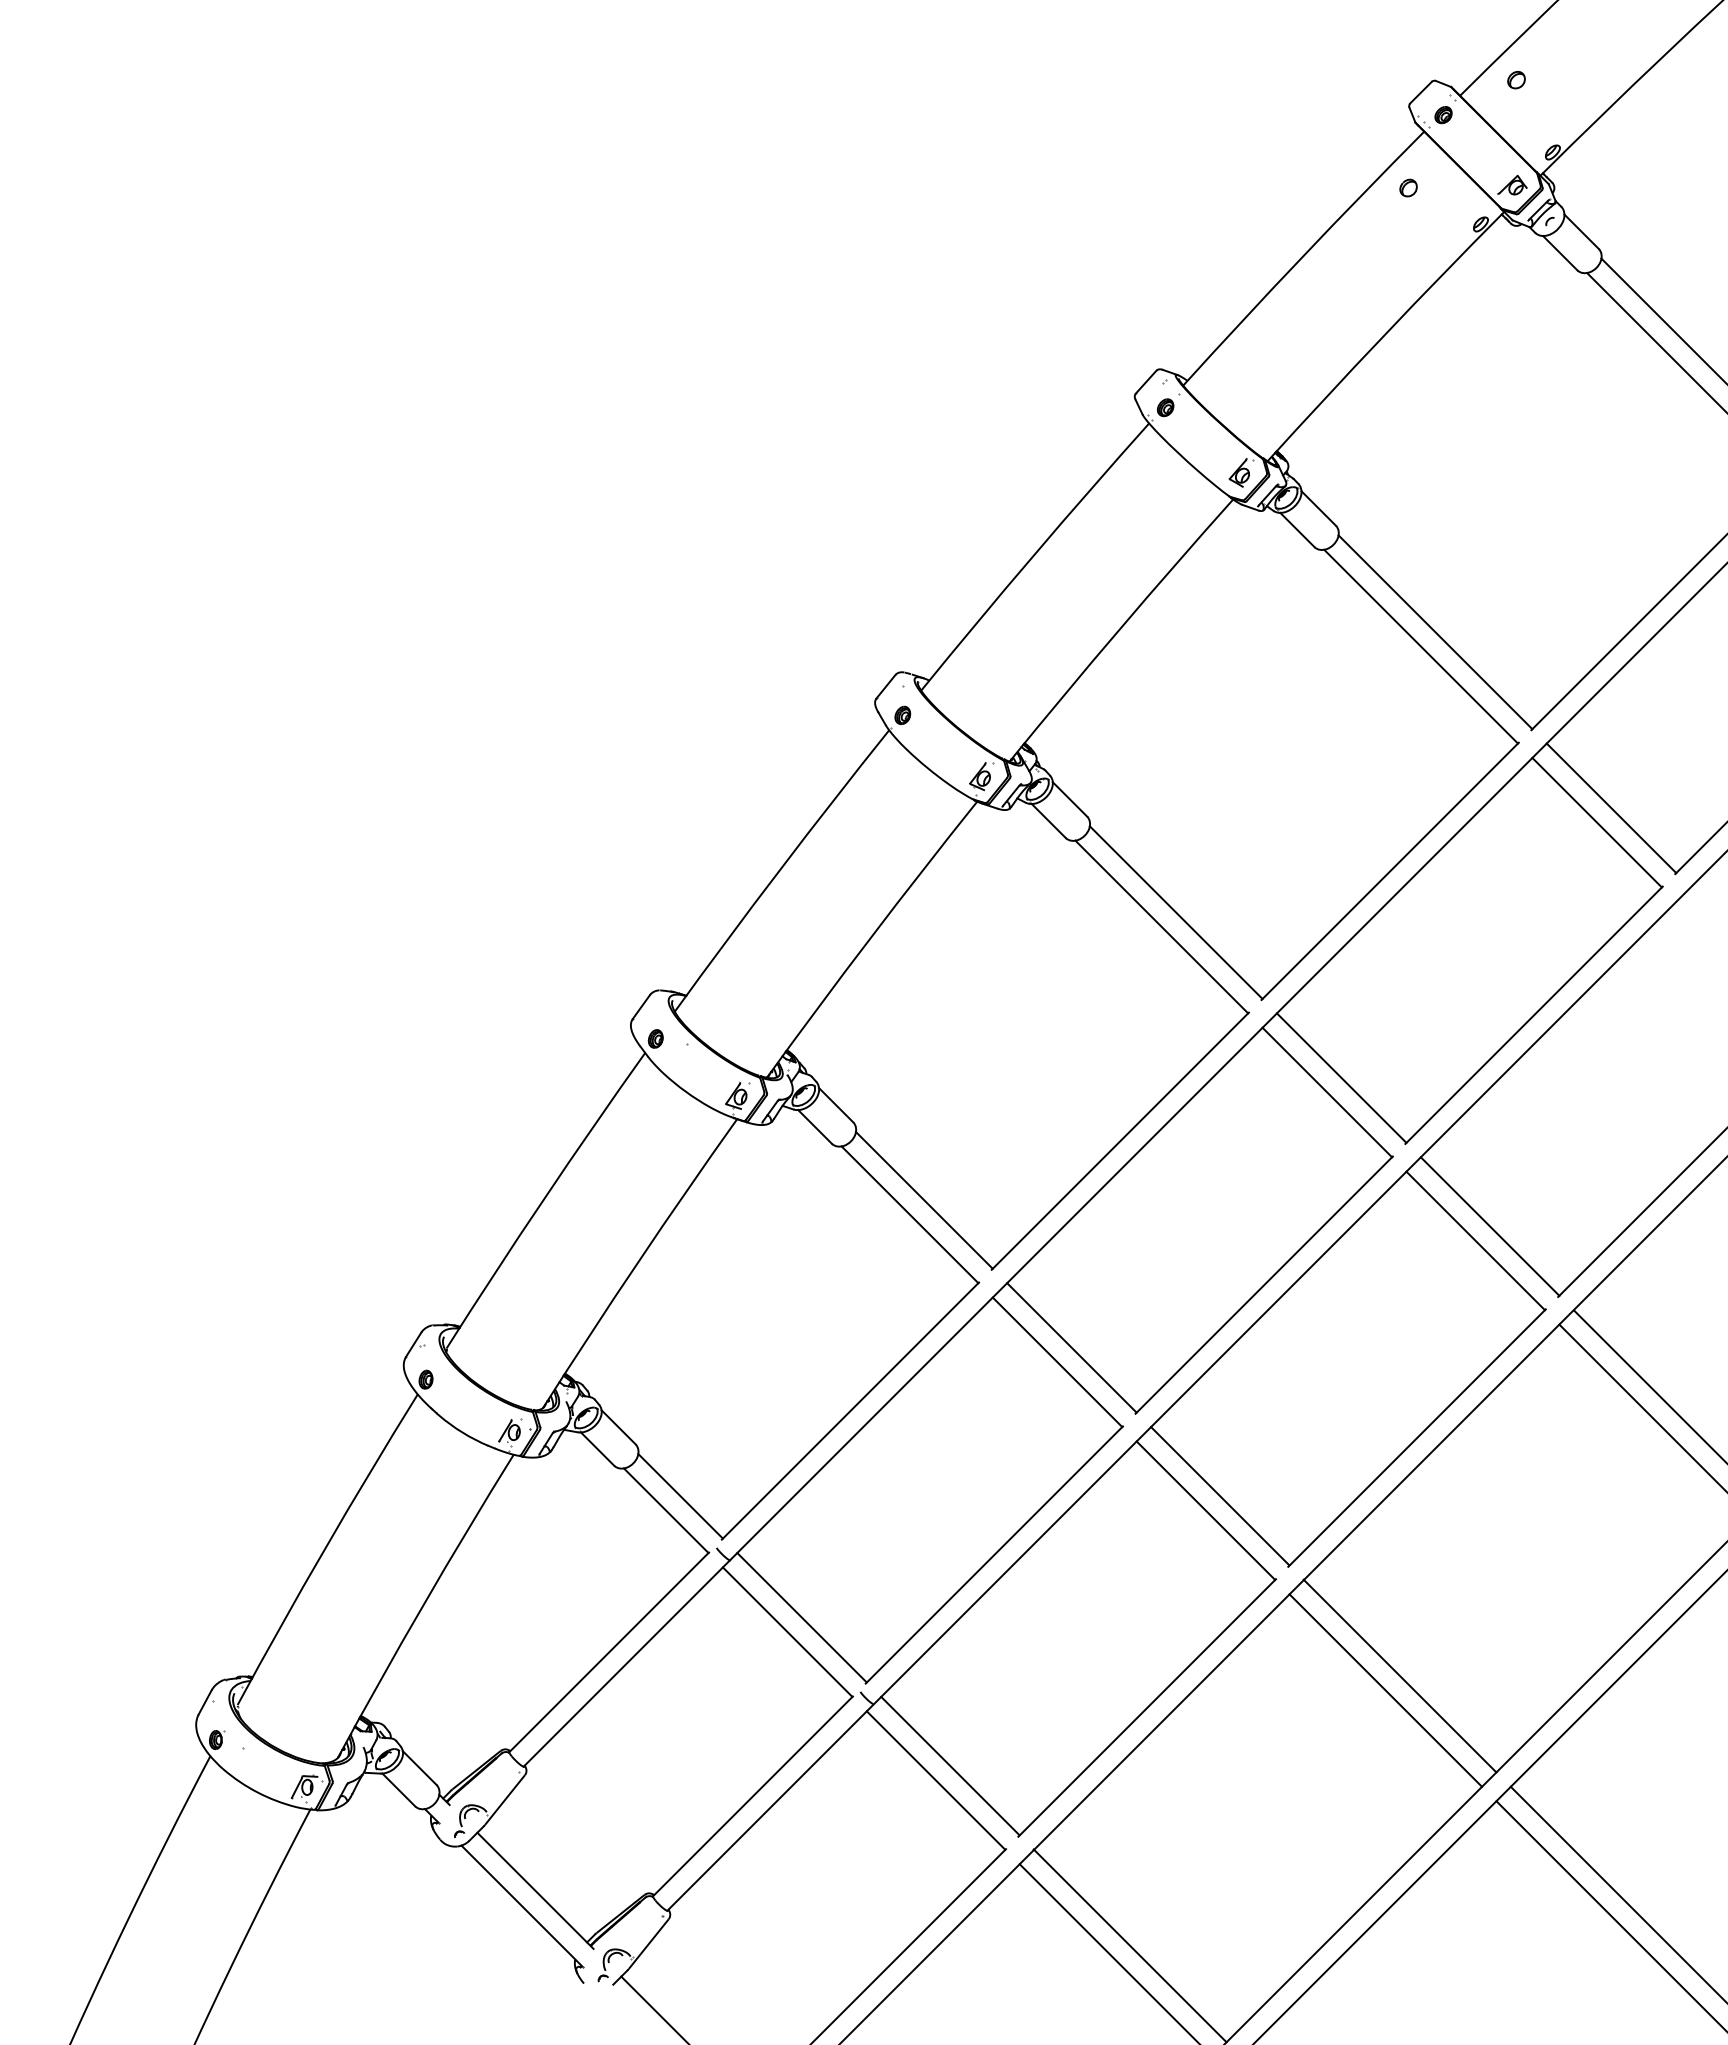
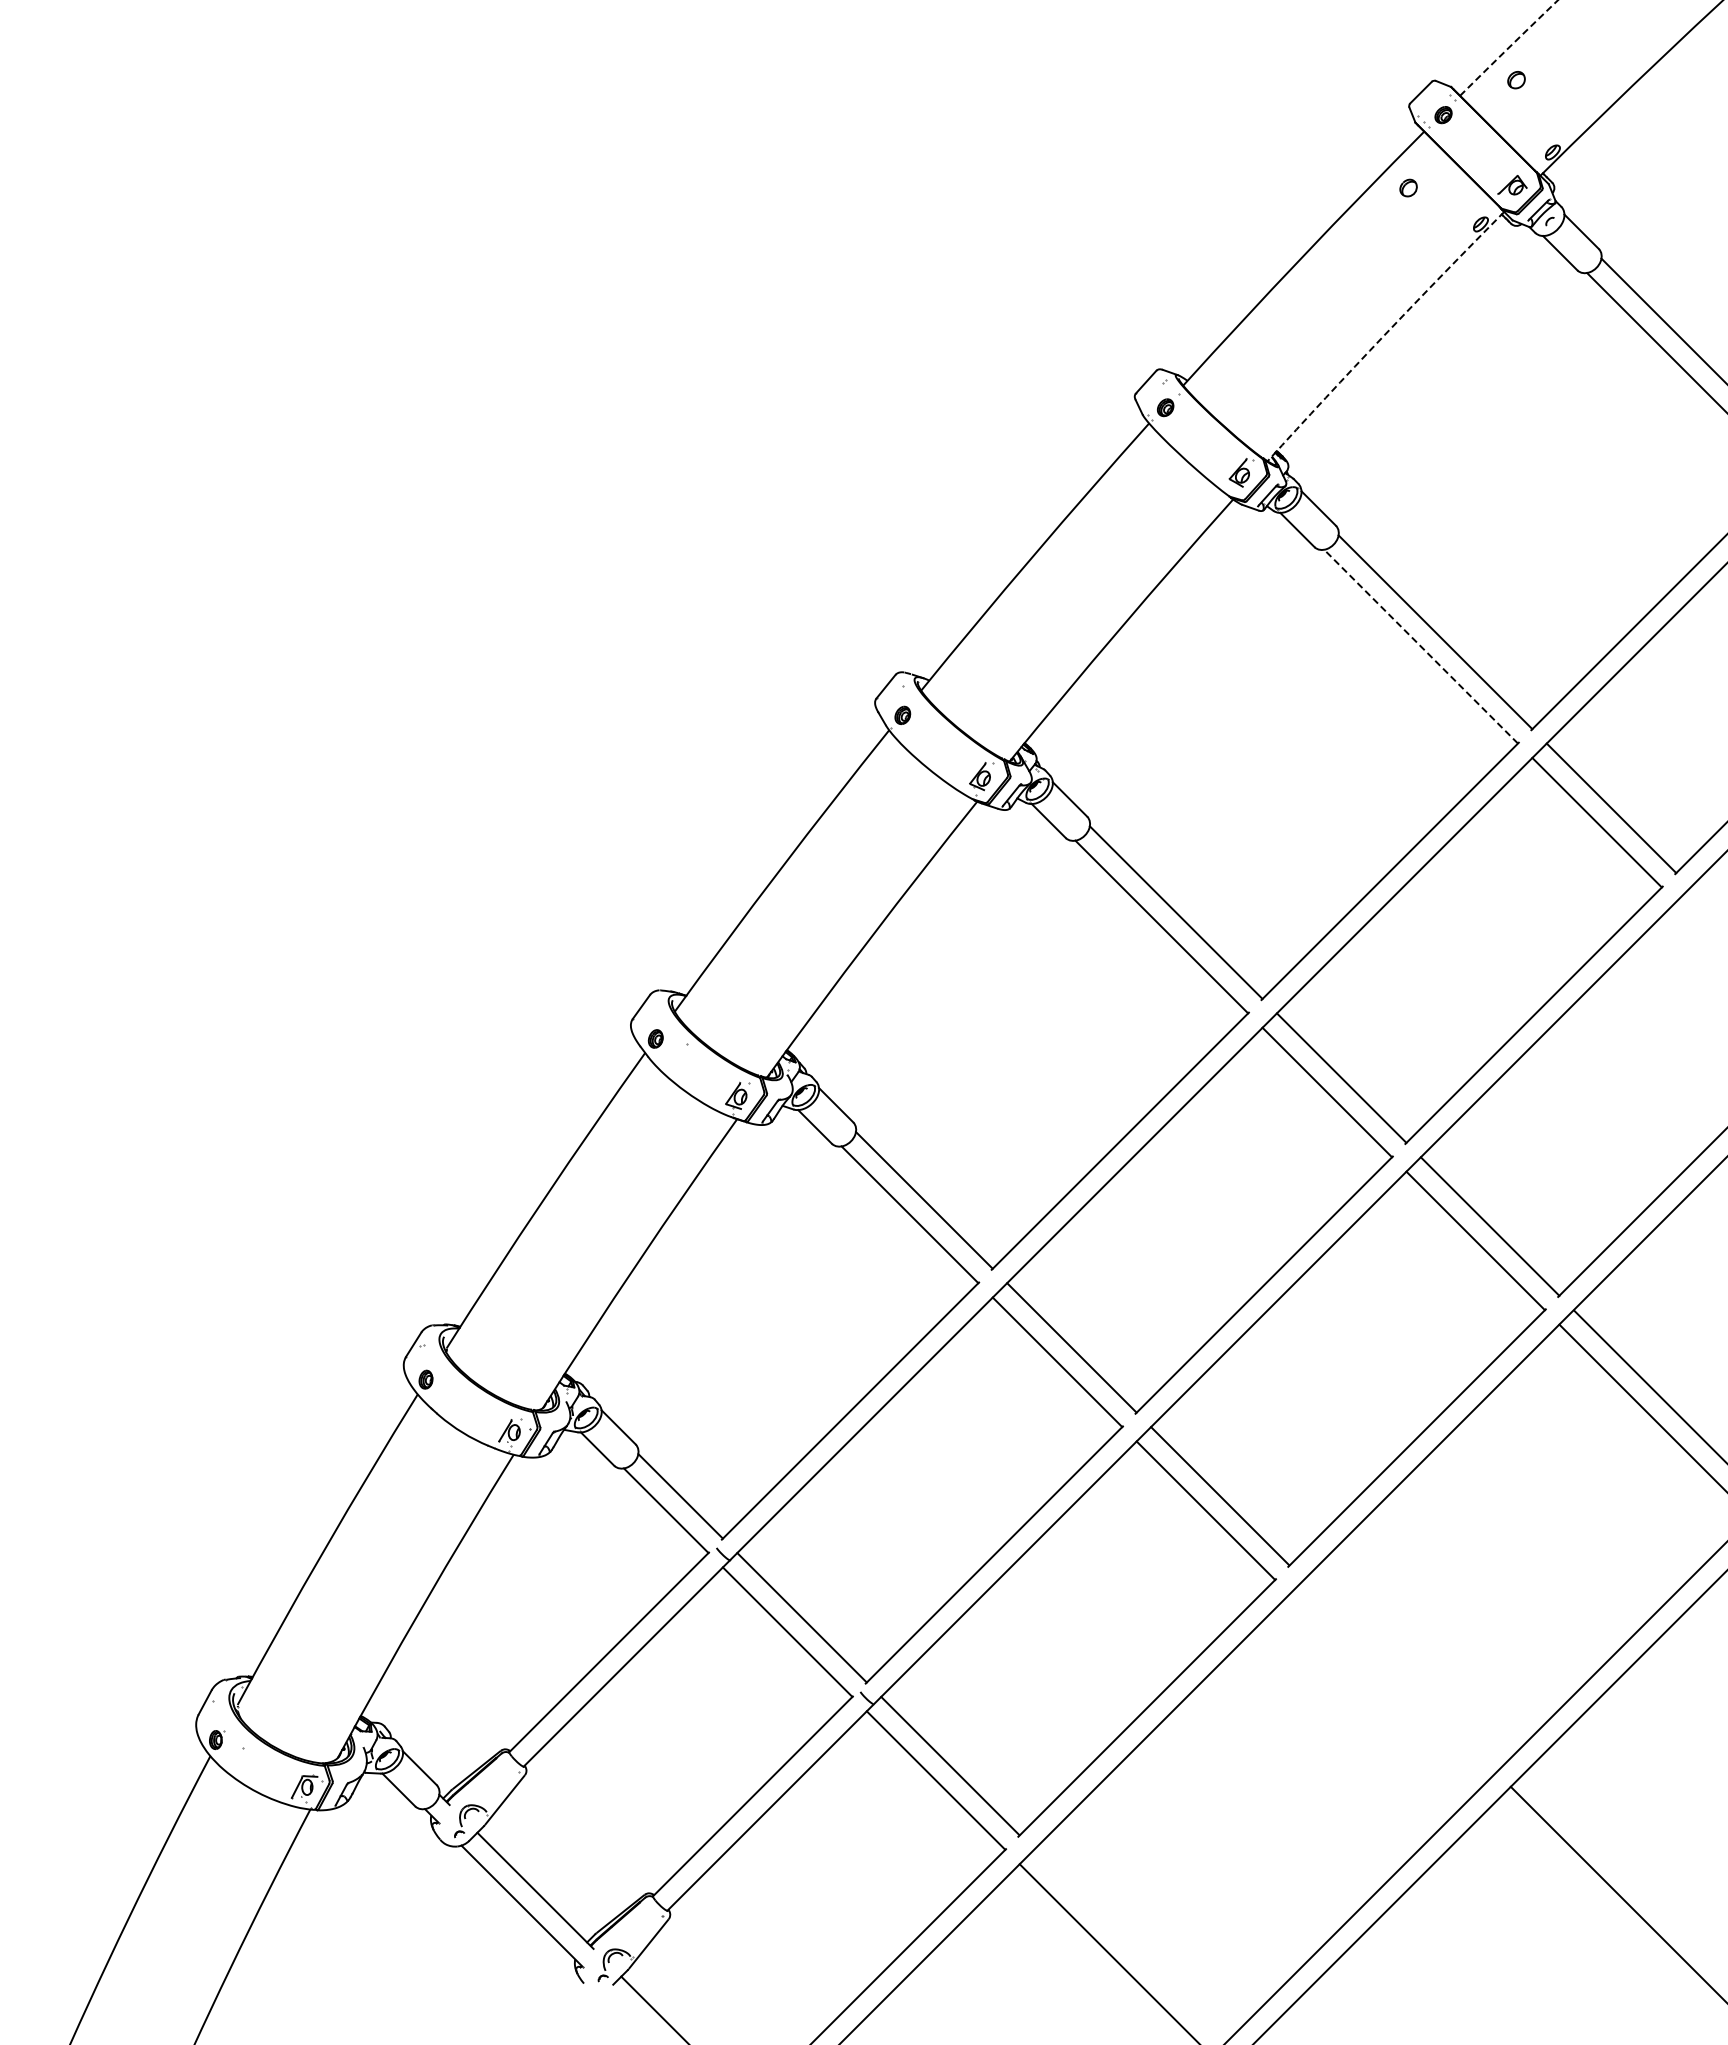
line at (1509, 47): solid -> dashed
line at (1384, 335): solid -> dashed
line at (1420, 646): solid -> dashed
line at (1399, 1675): present -> none
line at (1385, 1690): present -> none
line at (1610, 1915): present -> none
line at (1129, 1945): present -> none
